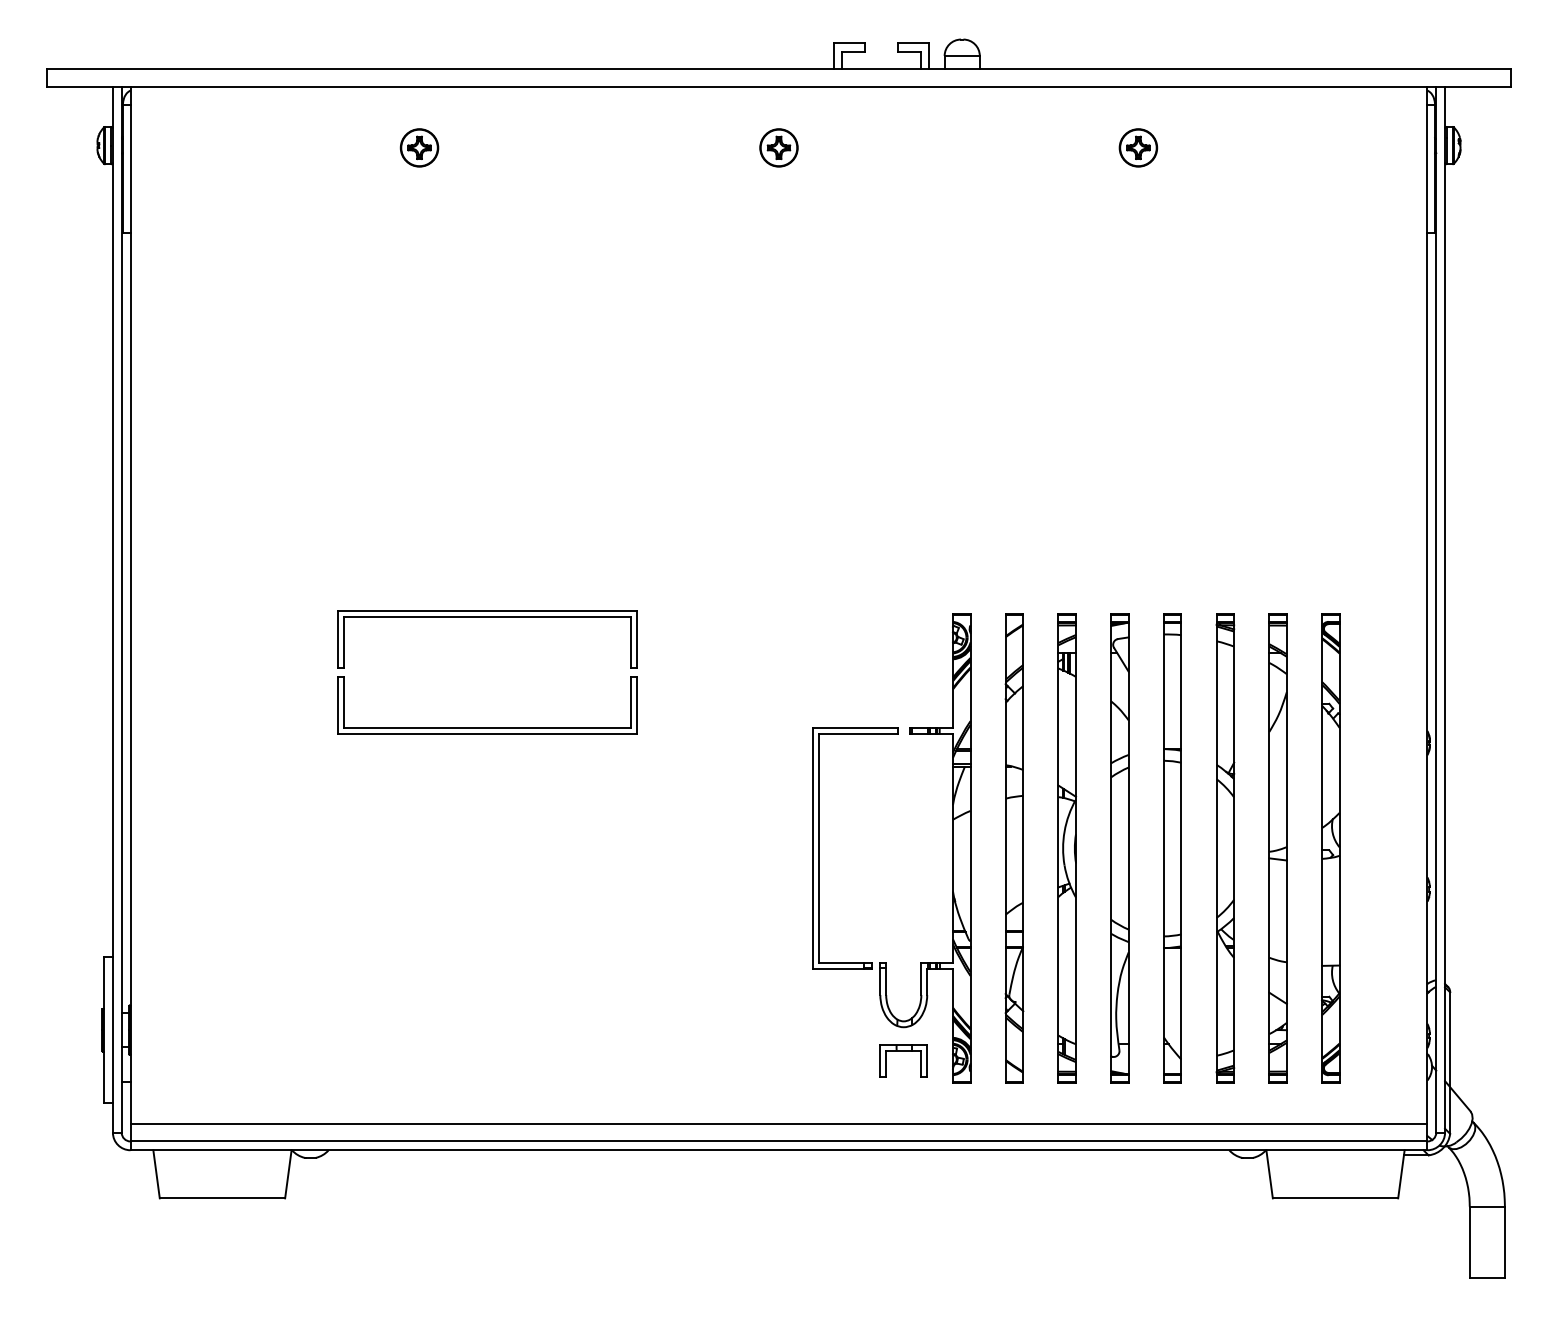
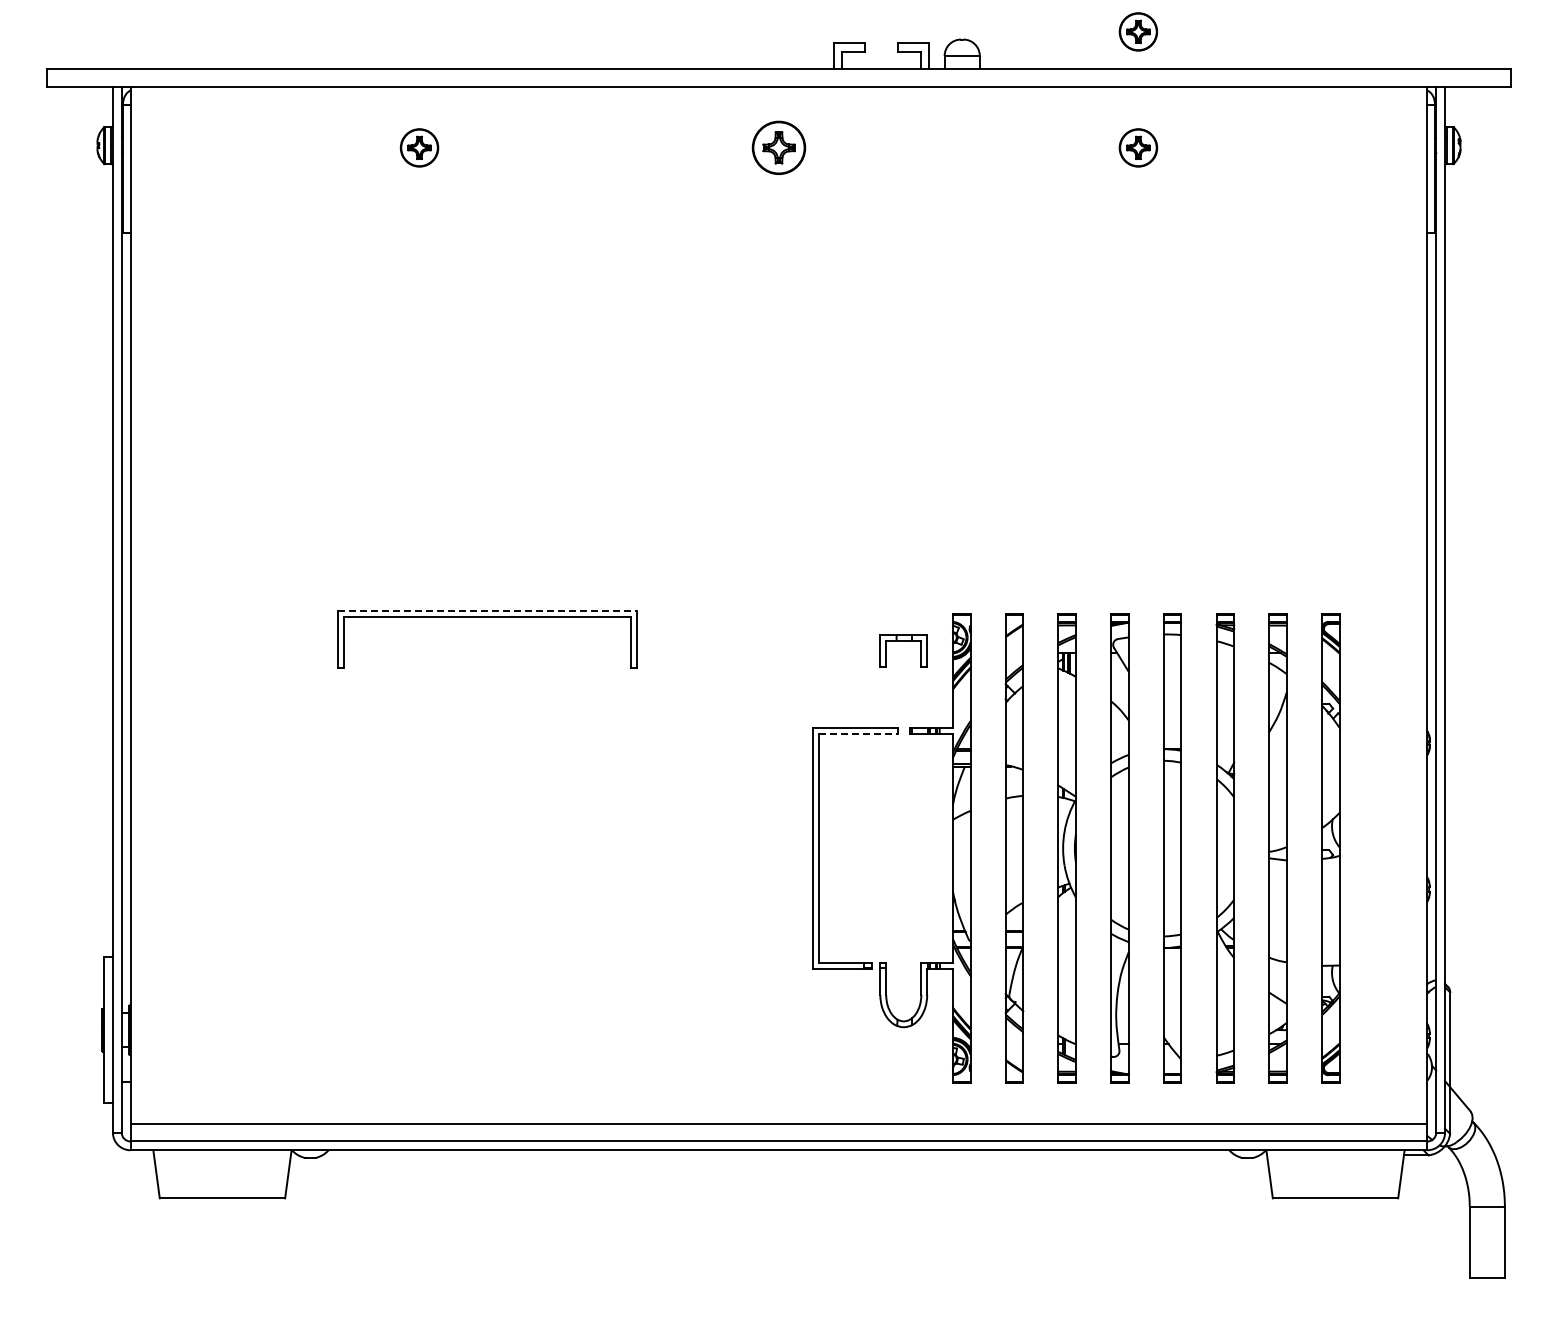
part at (1138, 31): none -> present
part at (778, 147) size: 40x40 px -> 56x55 px
line at (488, 611): solid -> dashed
part at (487, 727): present -> none
line at (858, 734): solid -> dashed
part at (903, 1051) position: (903, 1051) -> (903, 641)
